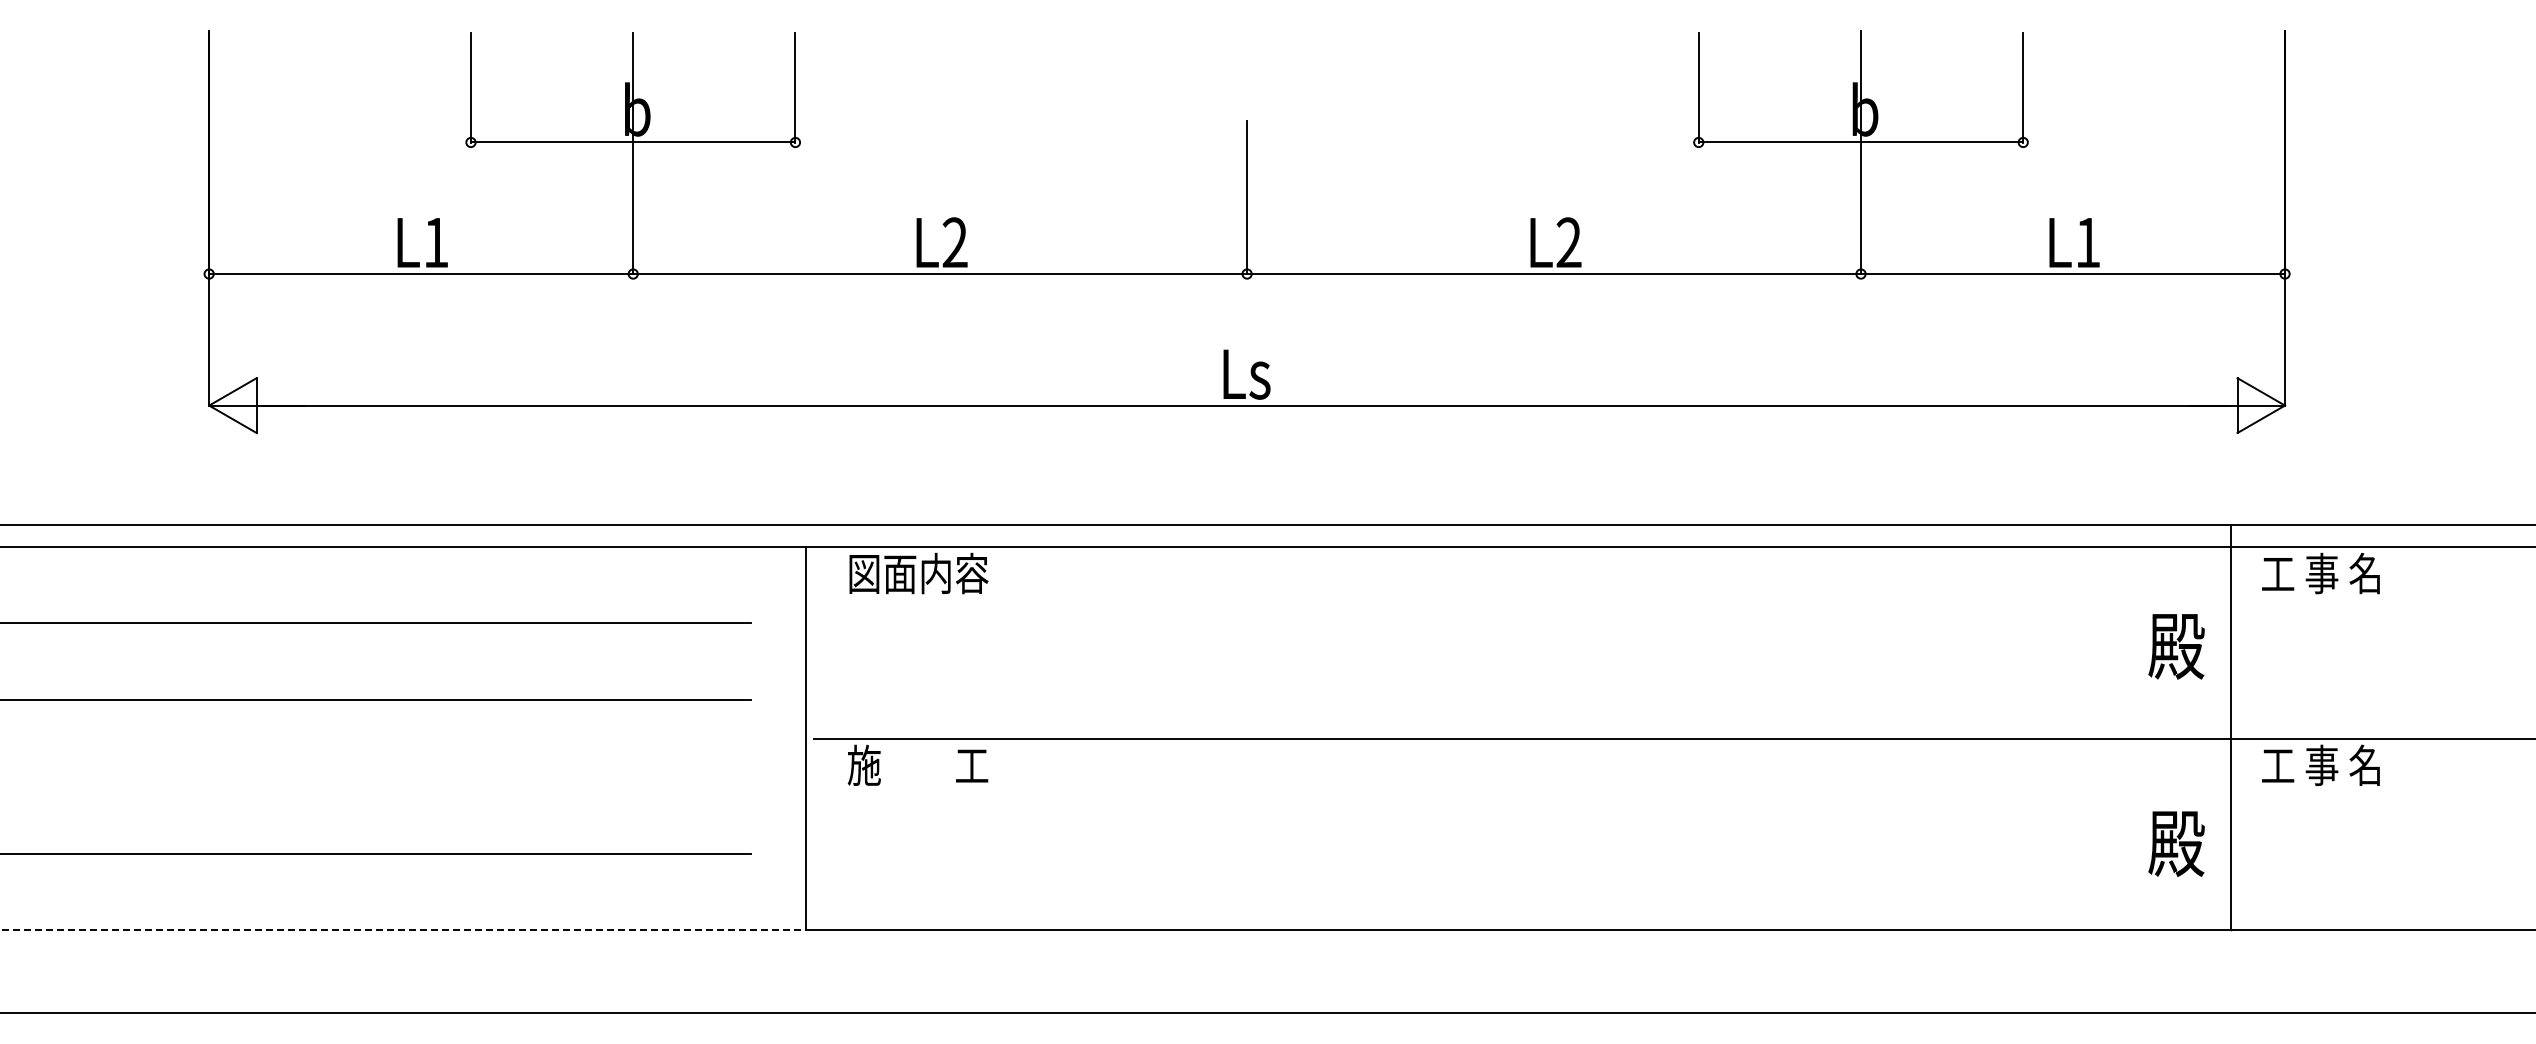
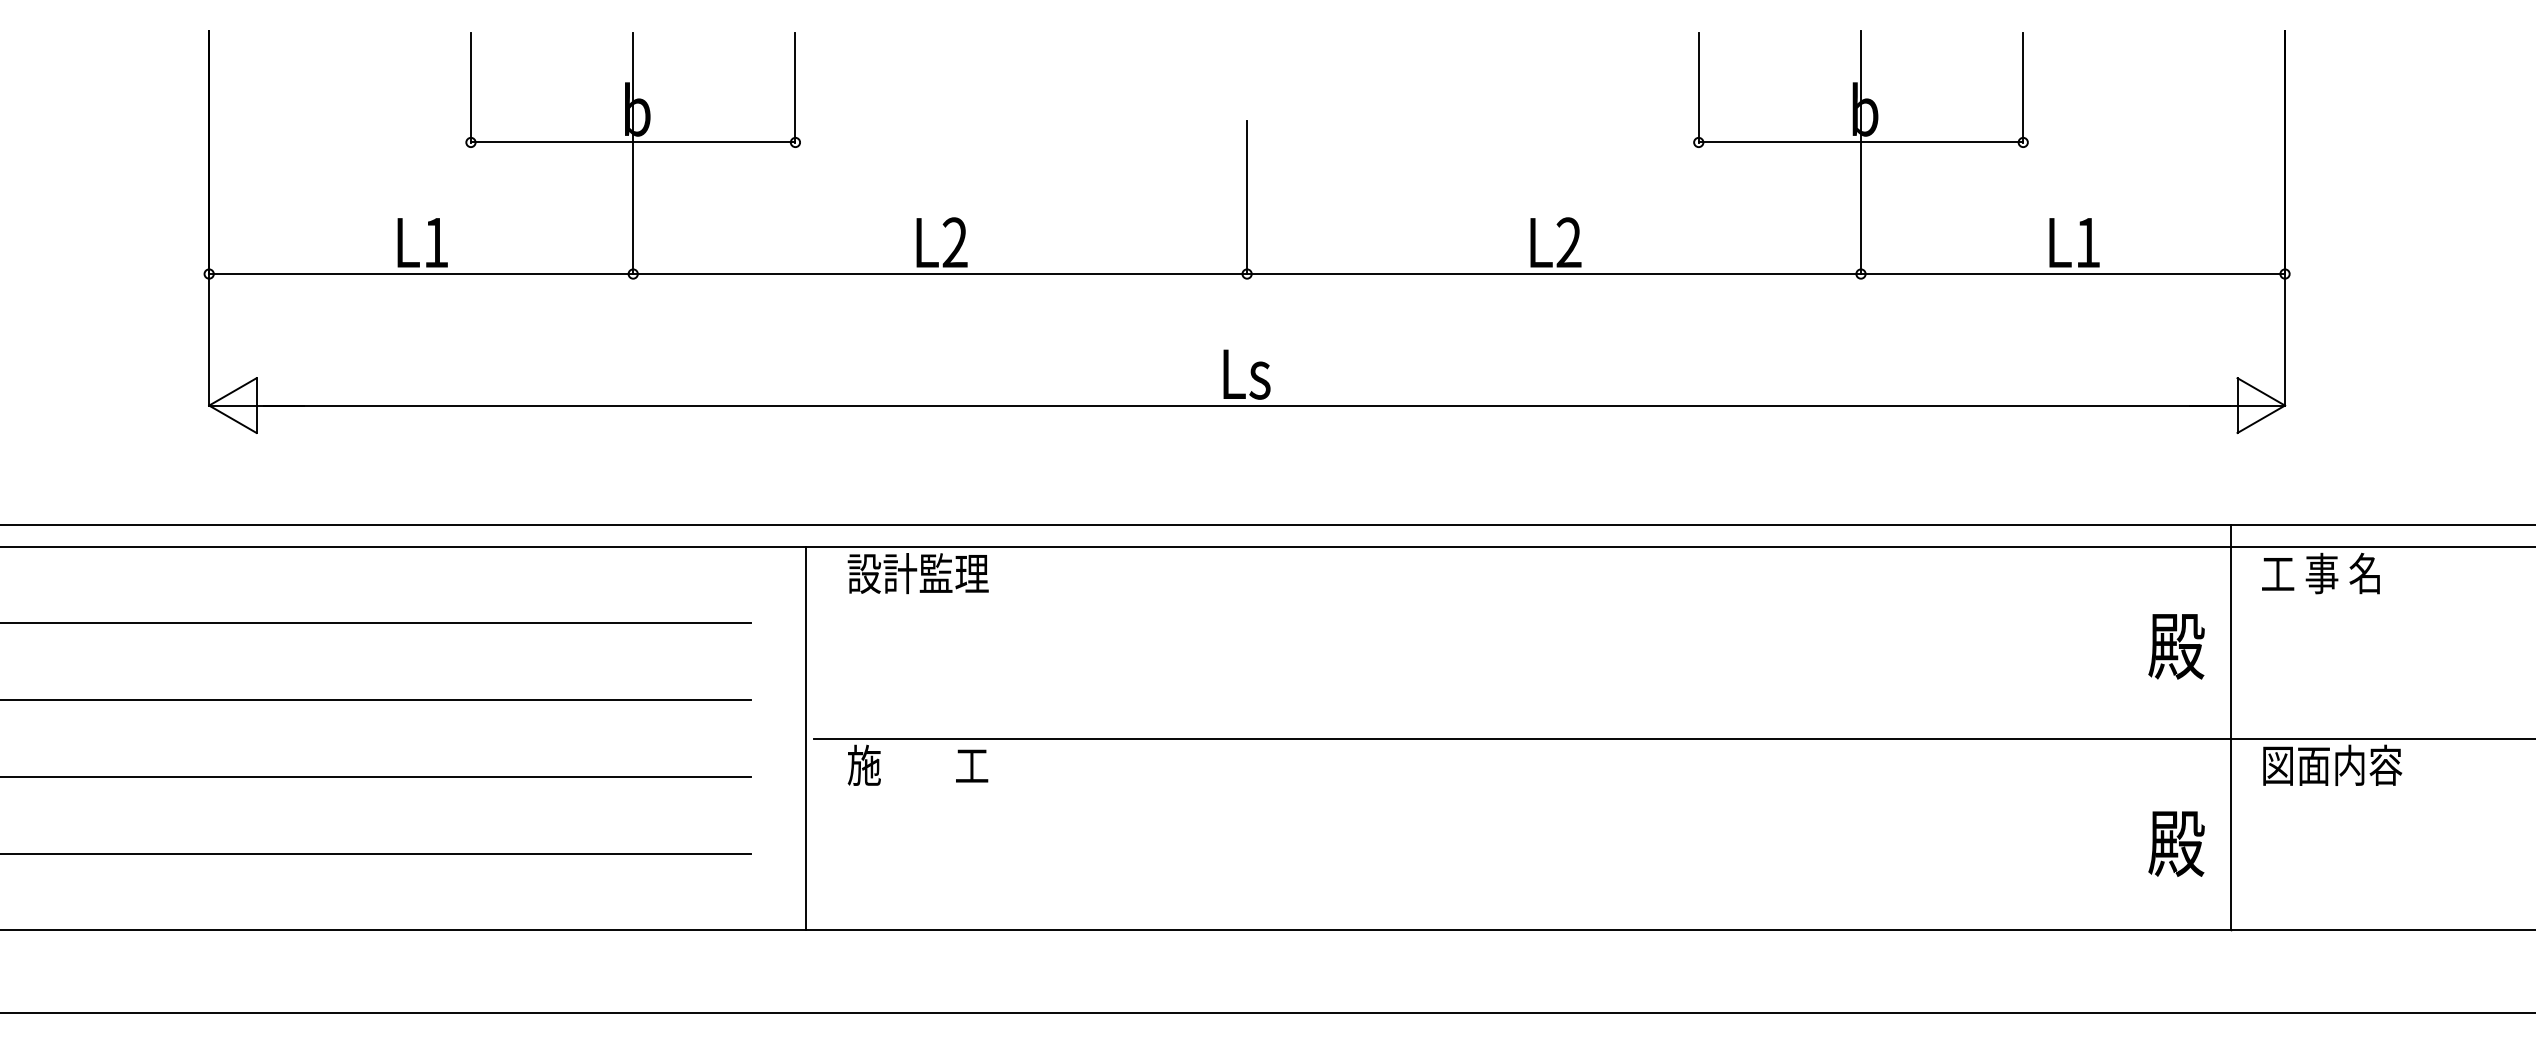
text at (917, 573): 図面内容 -> 設計監理
text at (2332, 765): 工 事 名 -> 図面内容
line at (376, 776): none -> present
line at (403, 930): dashed -> solid
